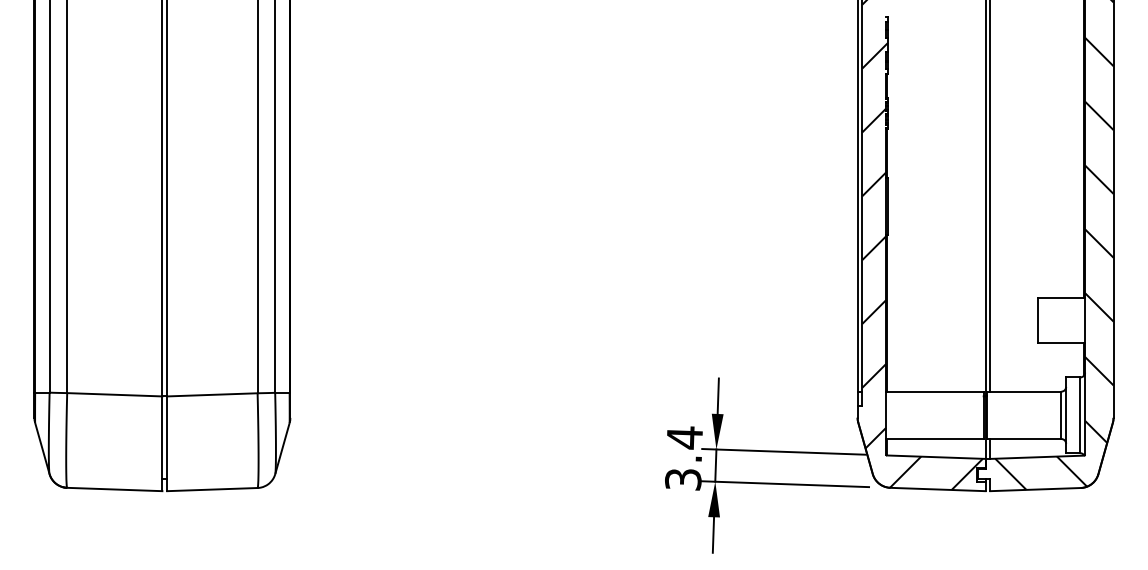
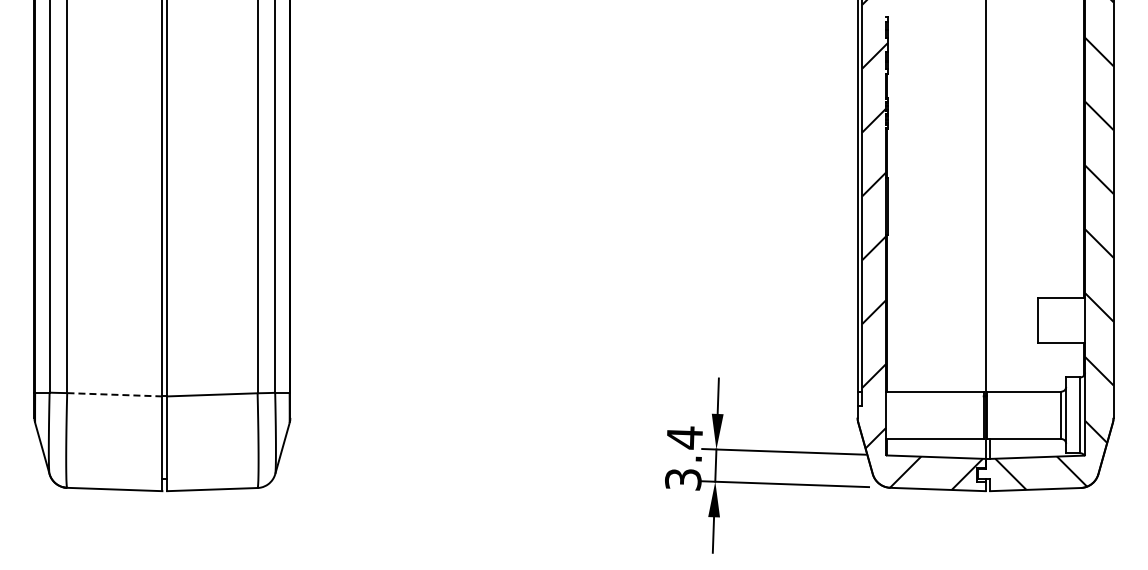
line at (990, 196): present -> none
line at (114, 394): solid -> dashed
